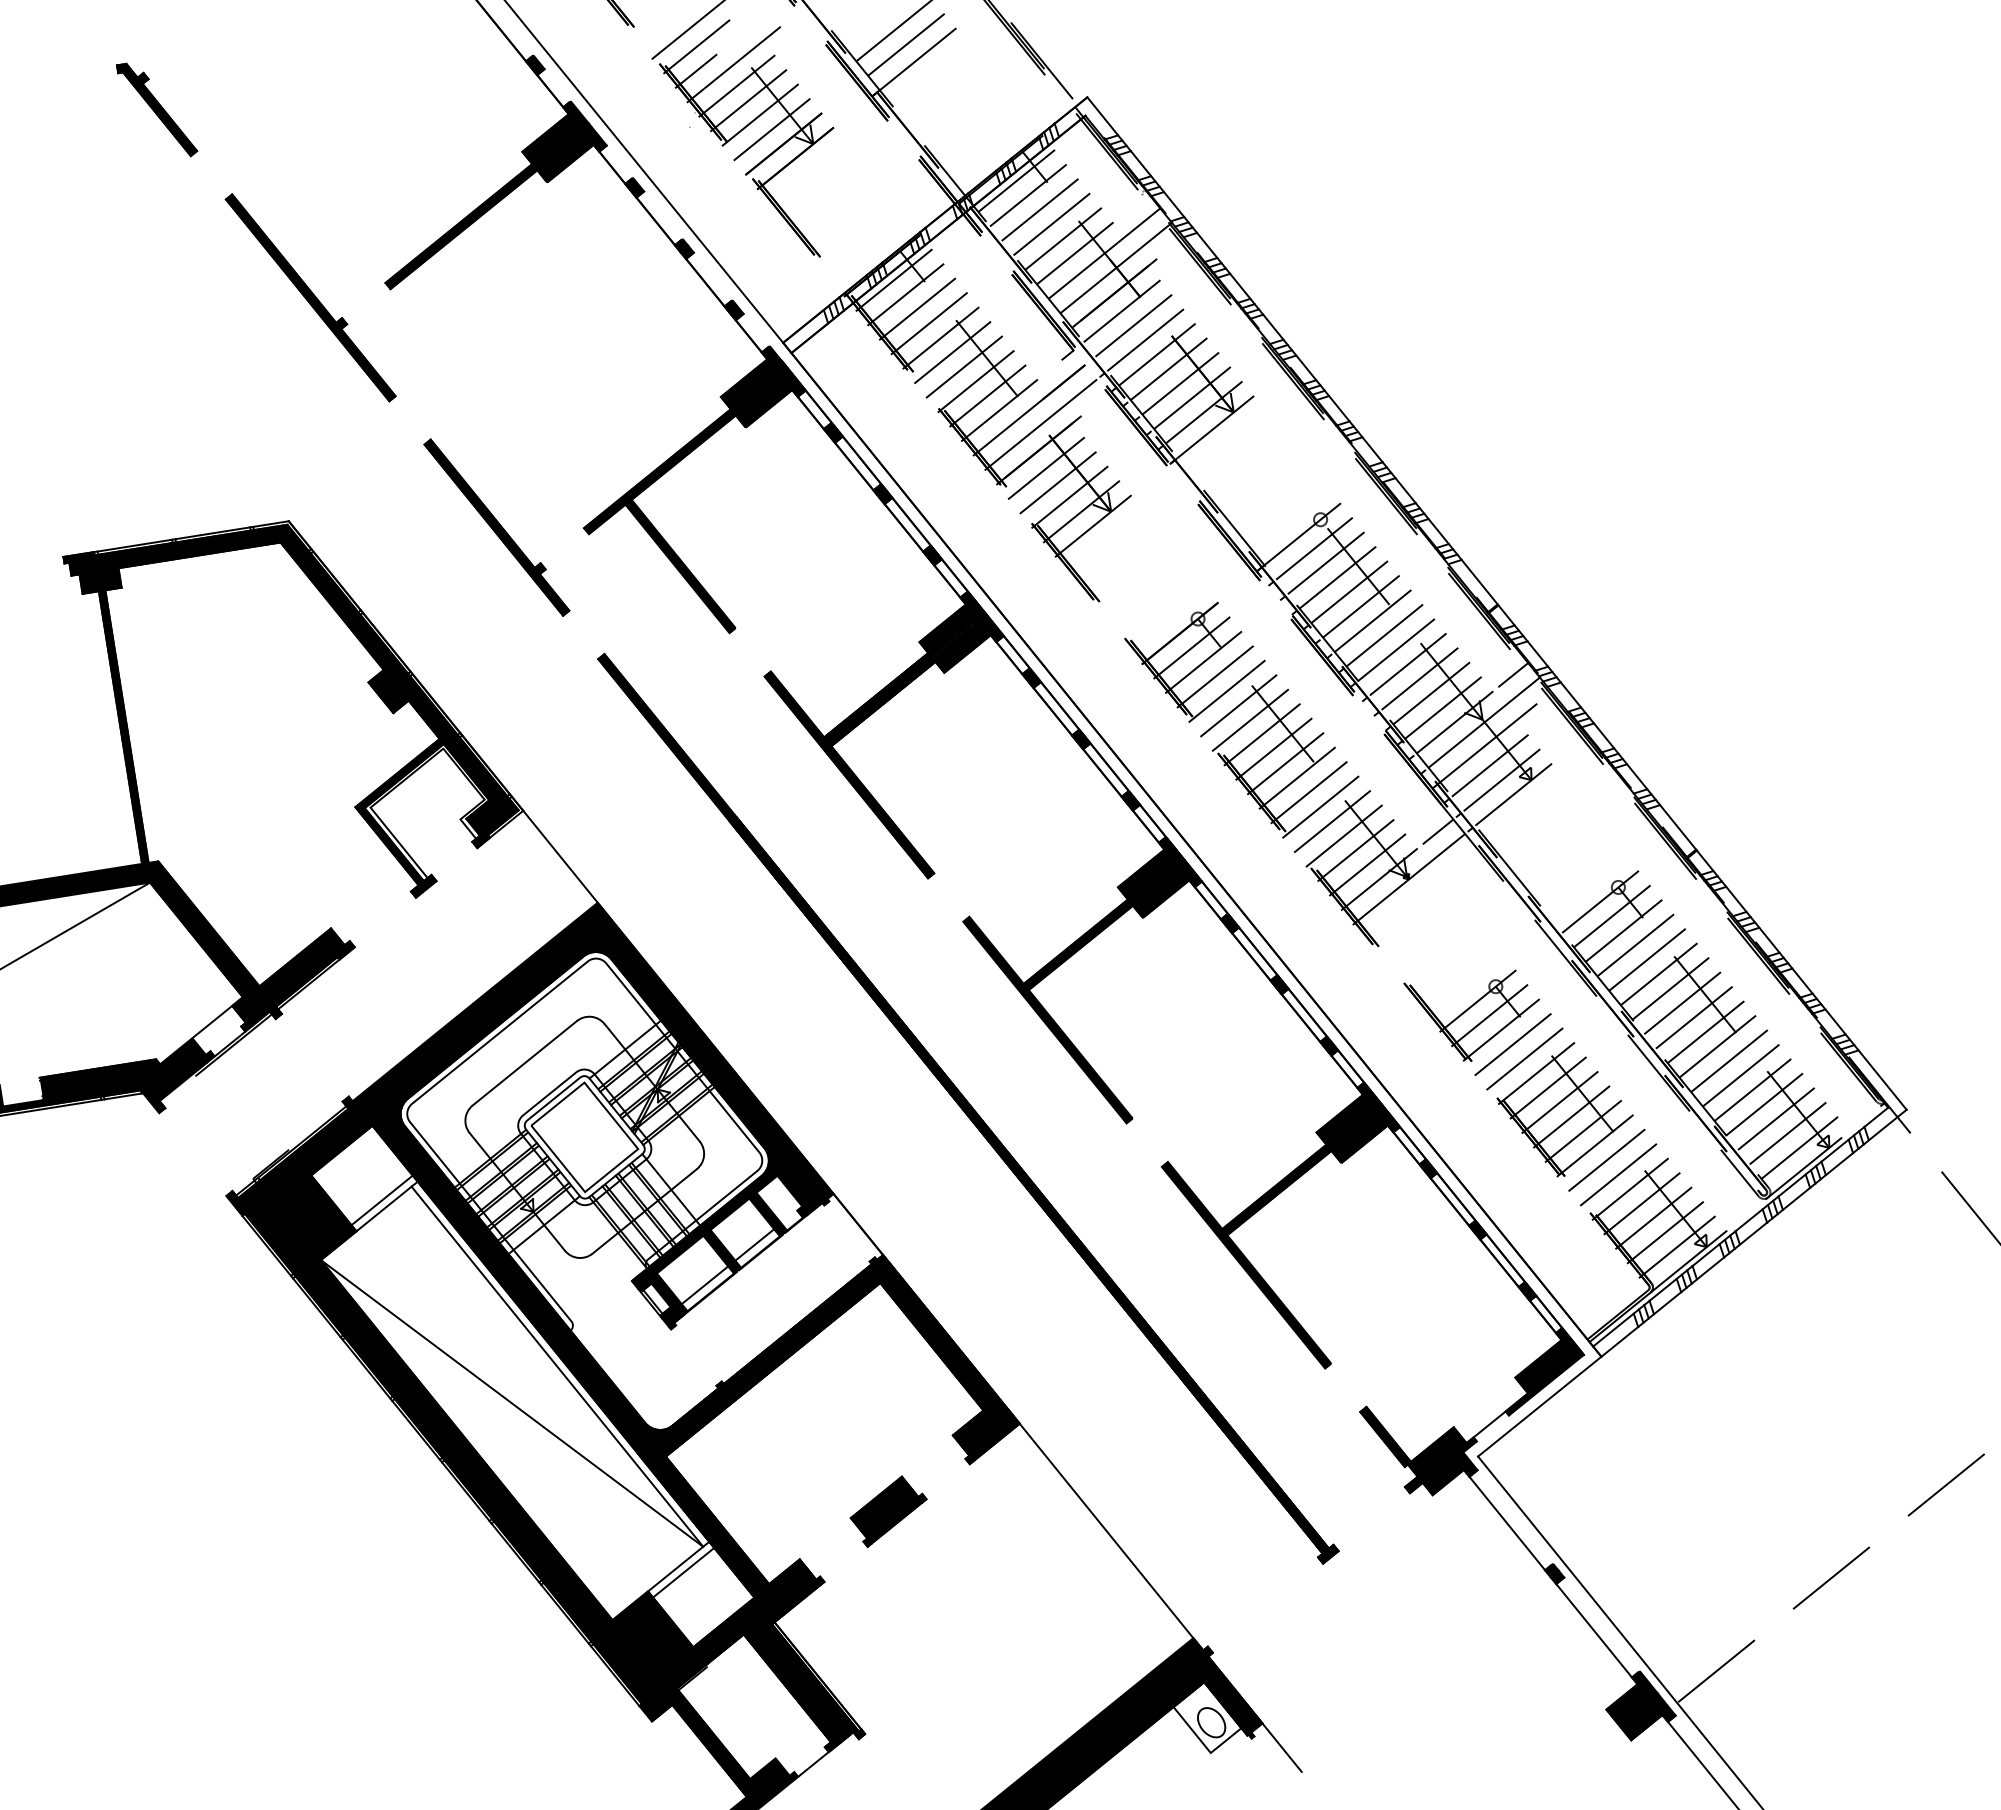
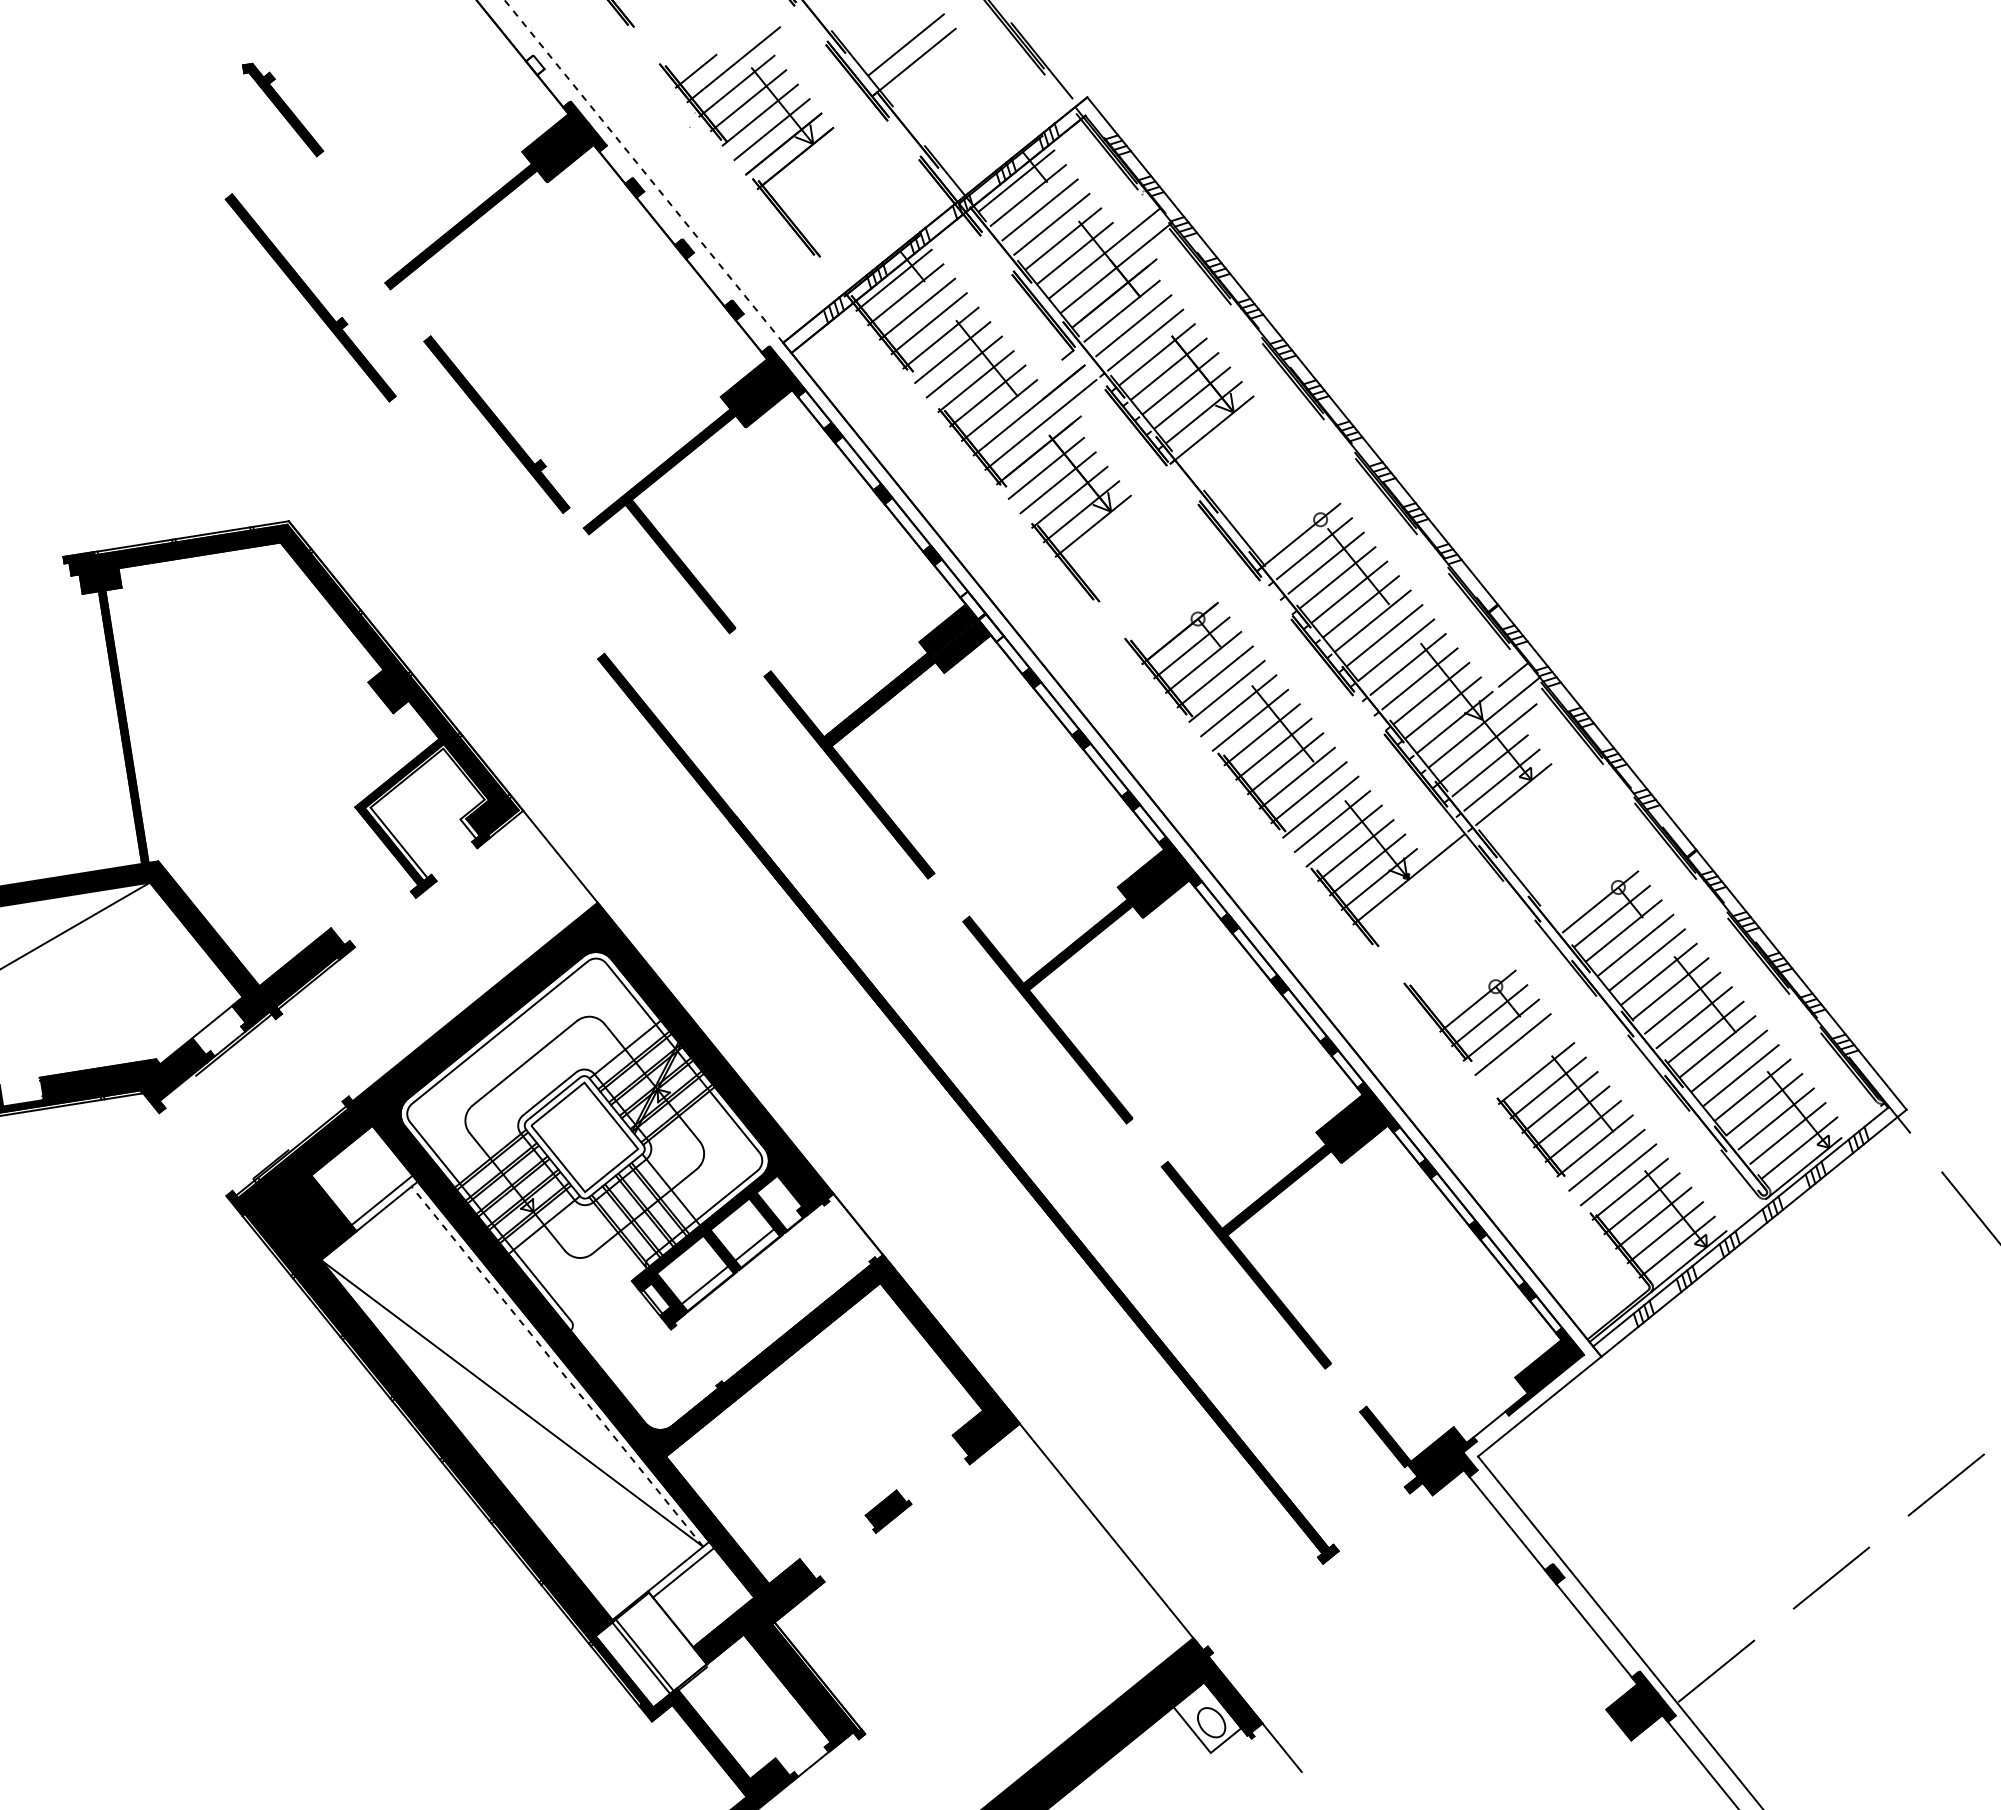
line at (686, 30): present -> none
line at (892, 31): present -> none
line at (696, 46): present -> none
fill at (535, 65): present -> none
part at (157, 109) position: (157, 109) -> (283, 109)
line at (643, 171): solid -> dashed
part at (496, 527) position: (496, 527) -> (496, 424)
fill at (981, 616): present -> none
line at (1437, 831): present -> none
line at (1524, 1058): present -> none
line at (557, 1366): solid -> dashed
part at (888, 1511) size: 79x73 px -> 49x45 px
fill at (651, 1649): present -> none
